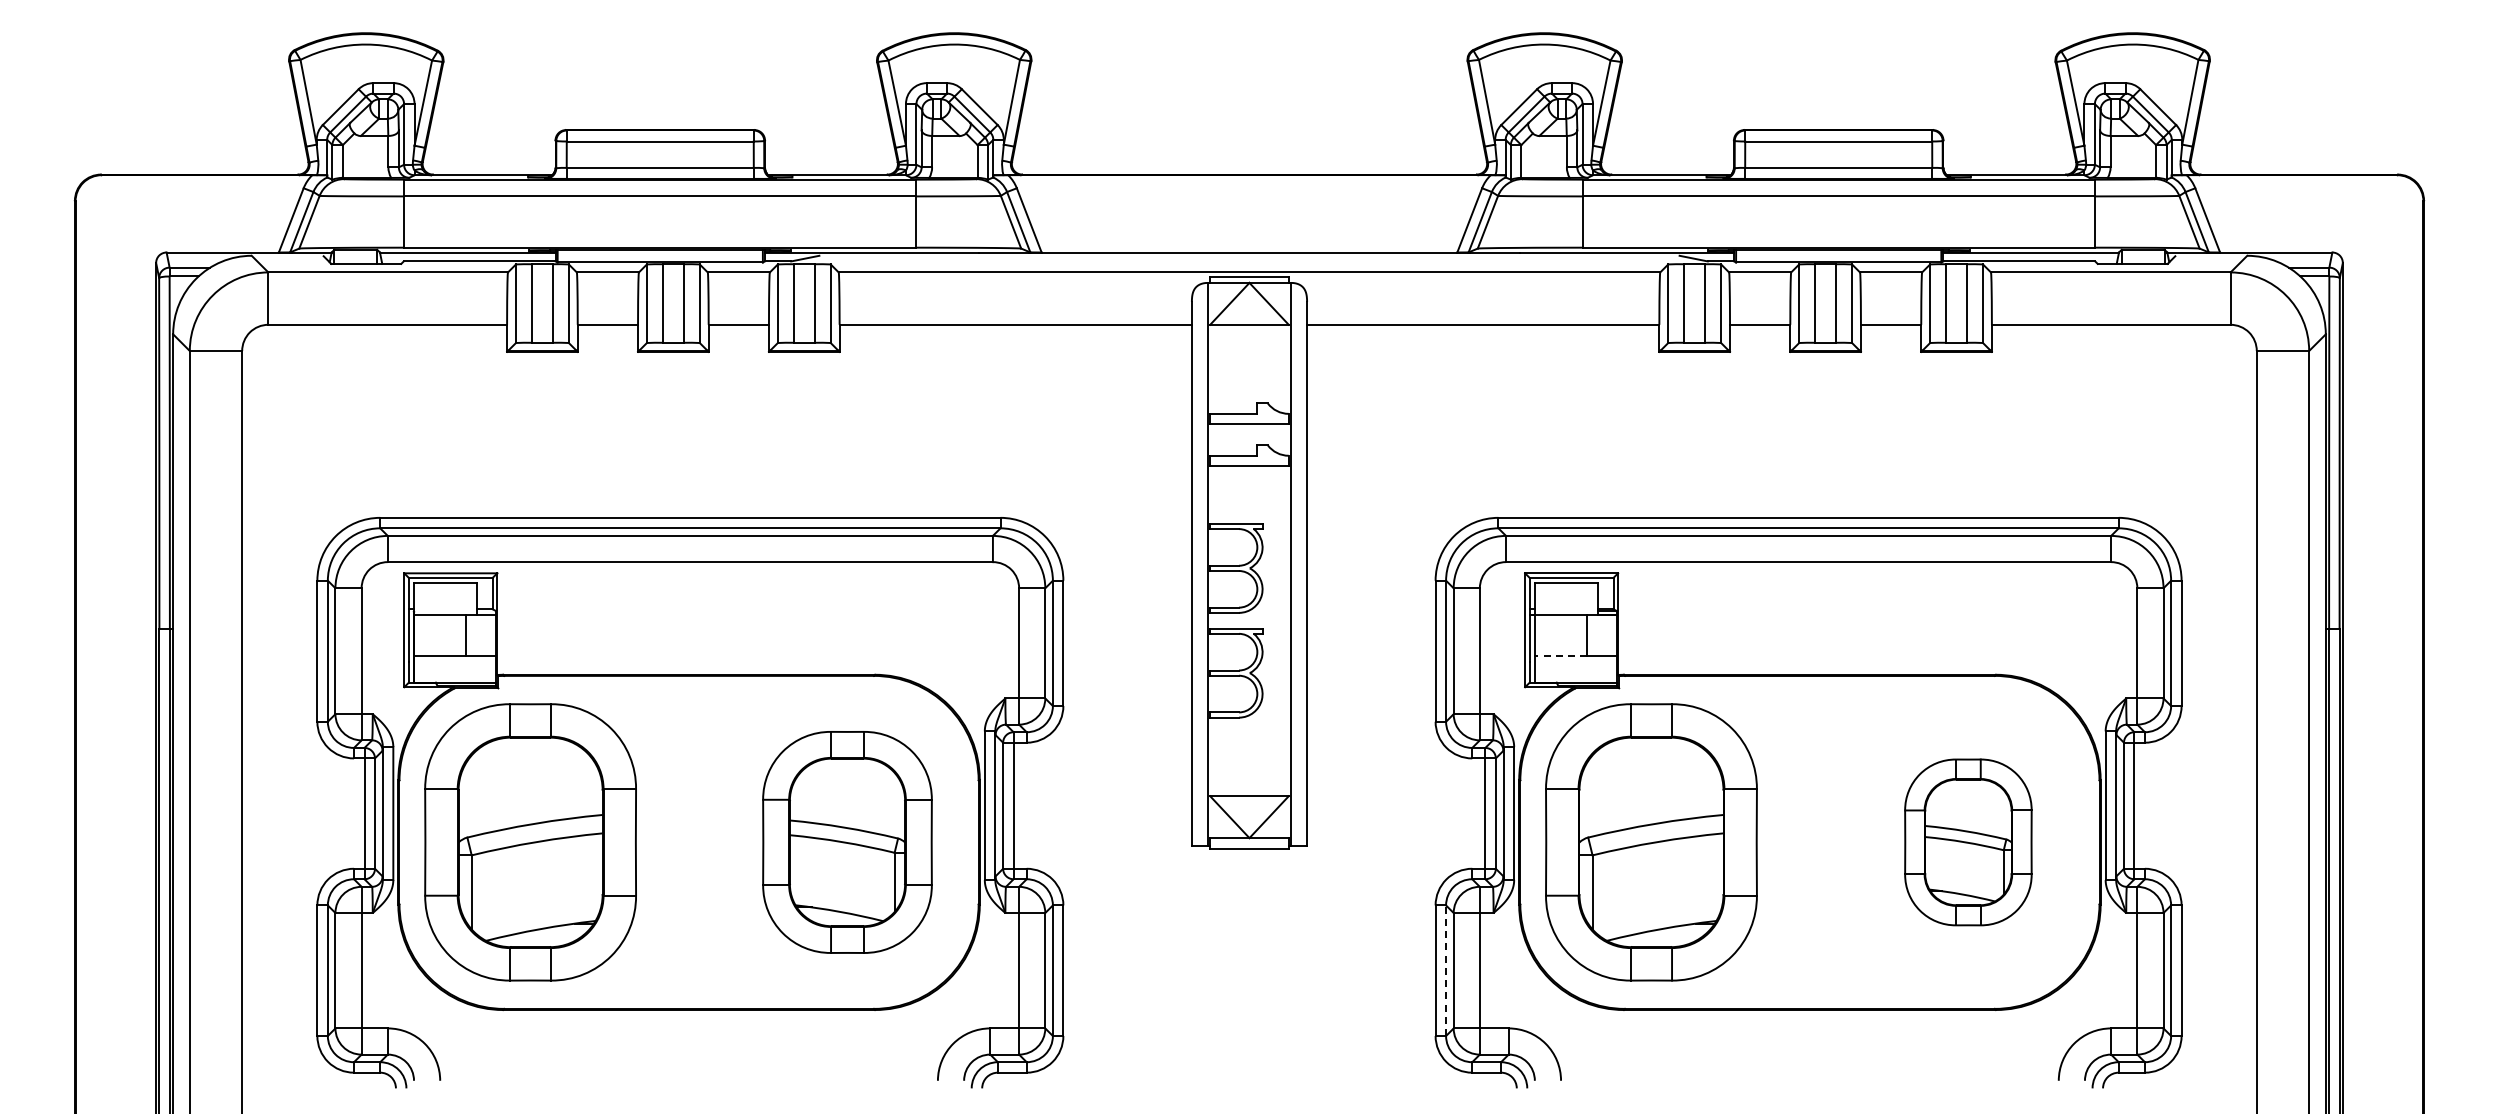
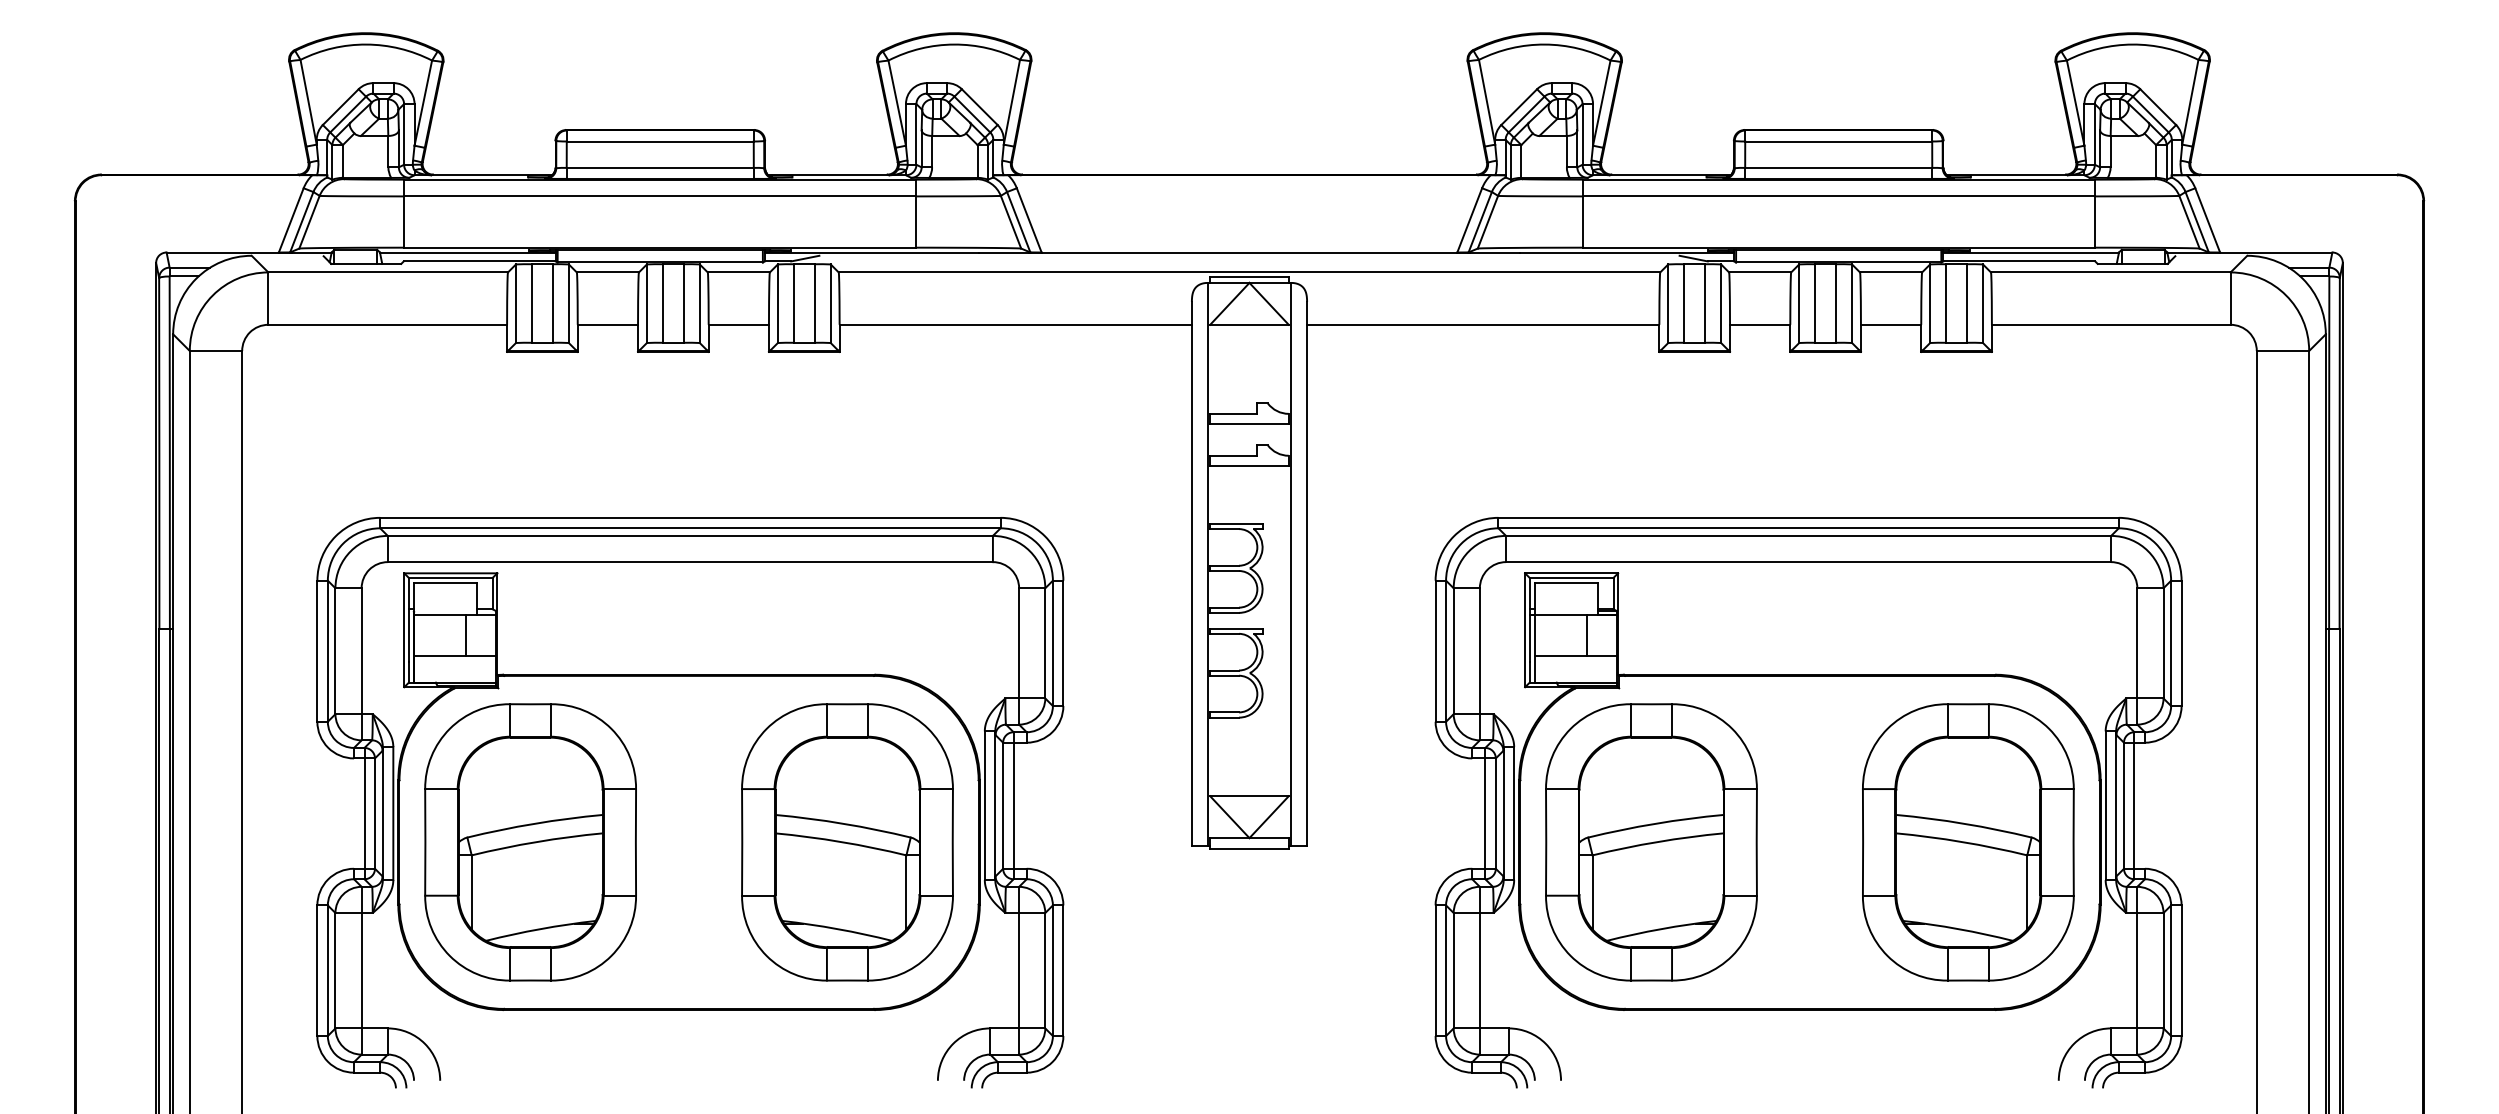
line at (1560, 656): dashed -> solid
part at (847, 842) size: 171x223 px -> 213x279 px
part at (1968, 842) size: 129x169 px -> 213x279 px
line at (1446, 970): dashed -> solid
